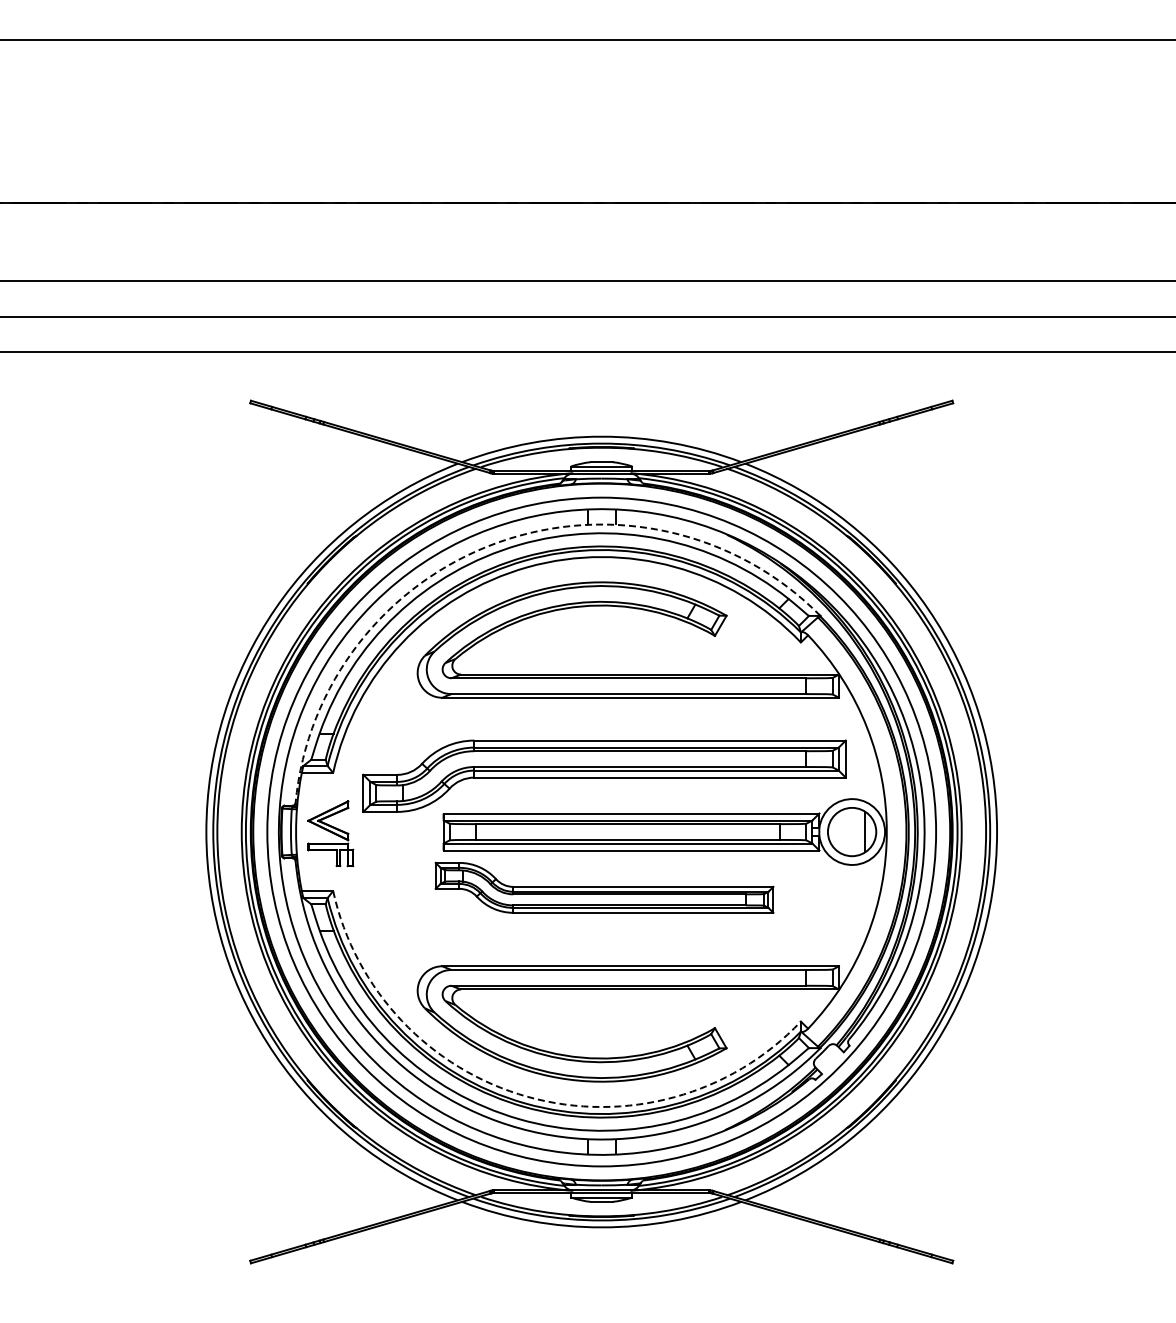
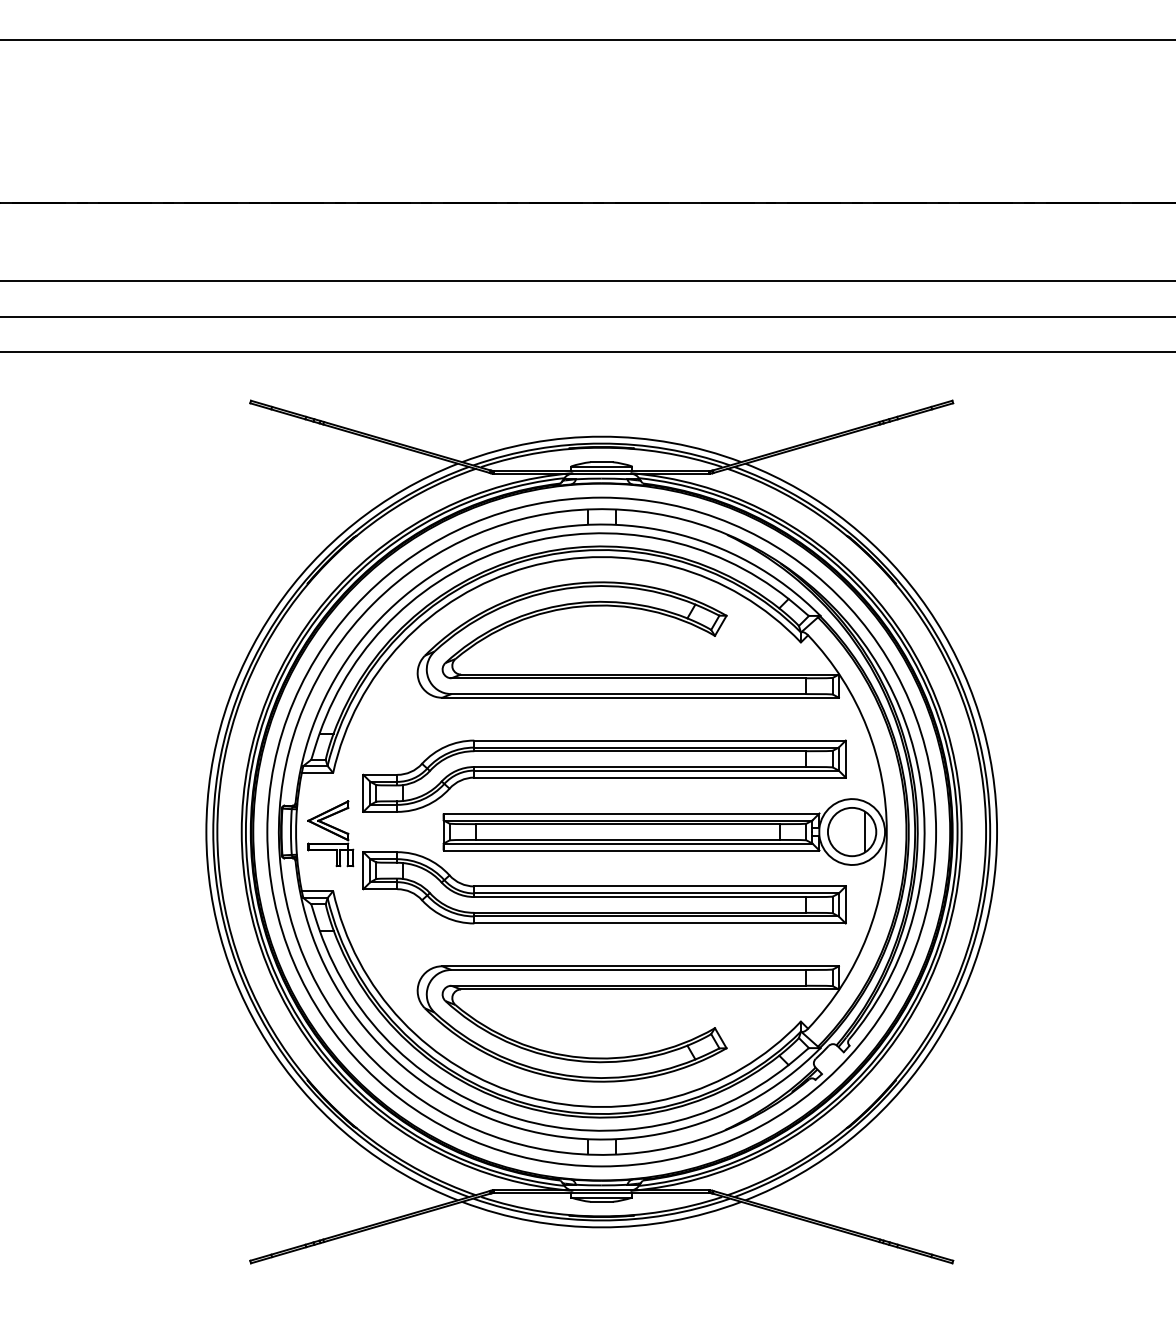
arc at (498, 542): dashed -> solid
part at (604, 887) size: 341x53 px -> 485x74 px
arc at (527, 1096): dashed -> solid
